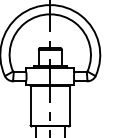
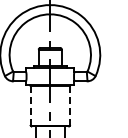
line at (30, 106): solid -> dashed
line at (69, 106): solid -> dashed
